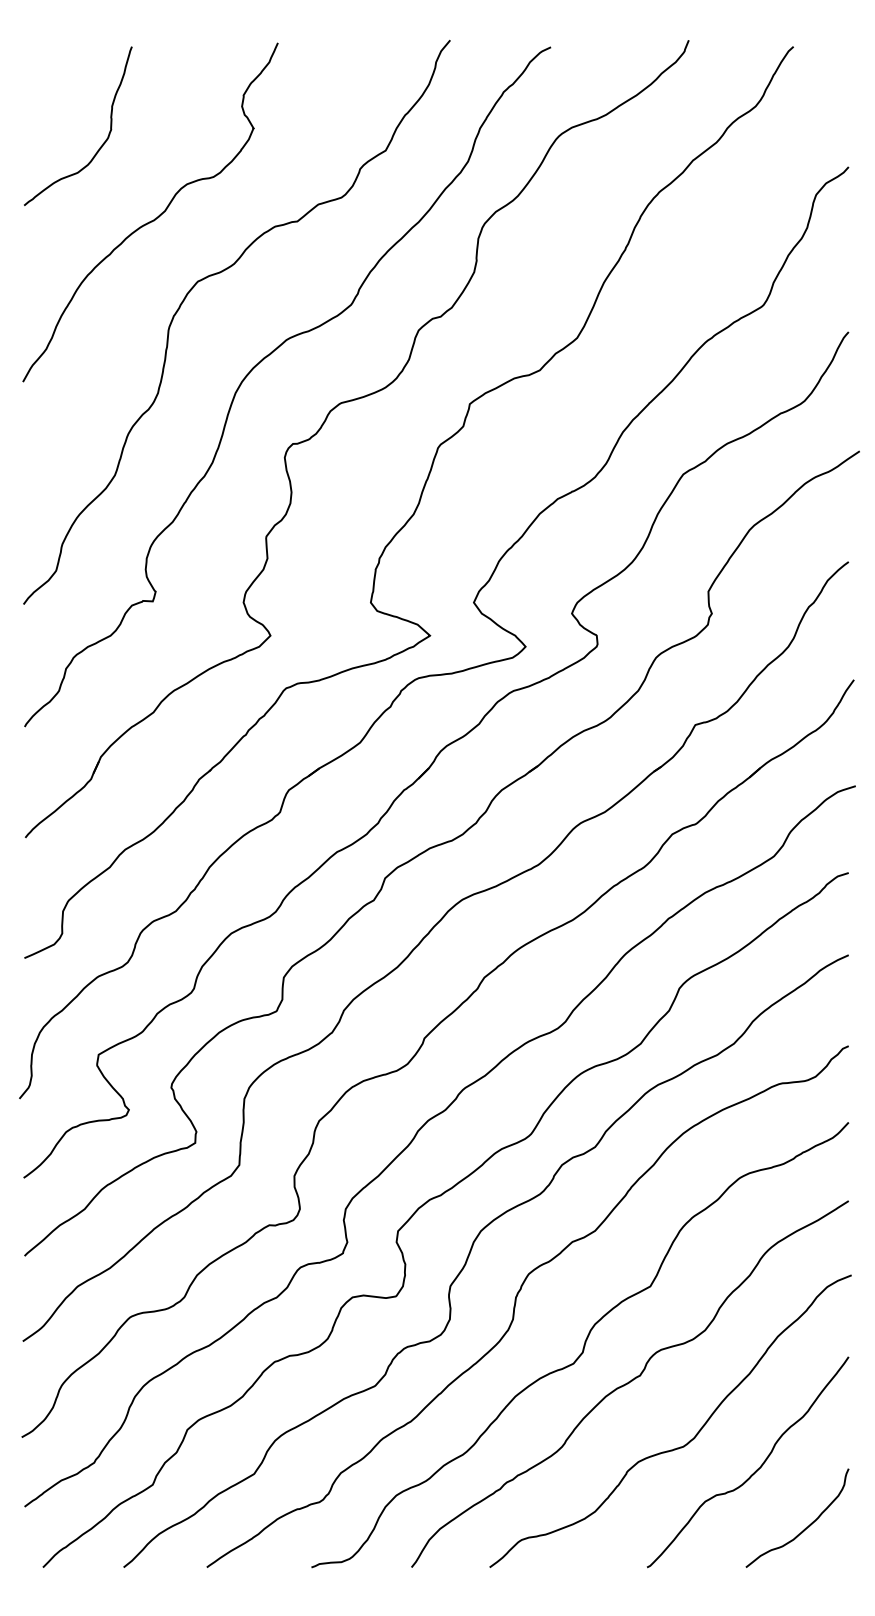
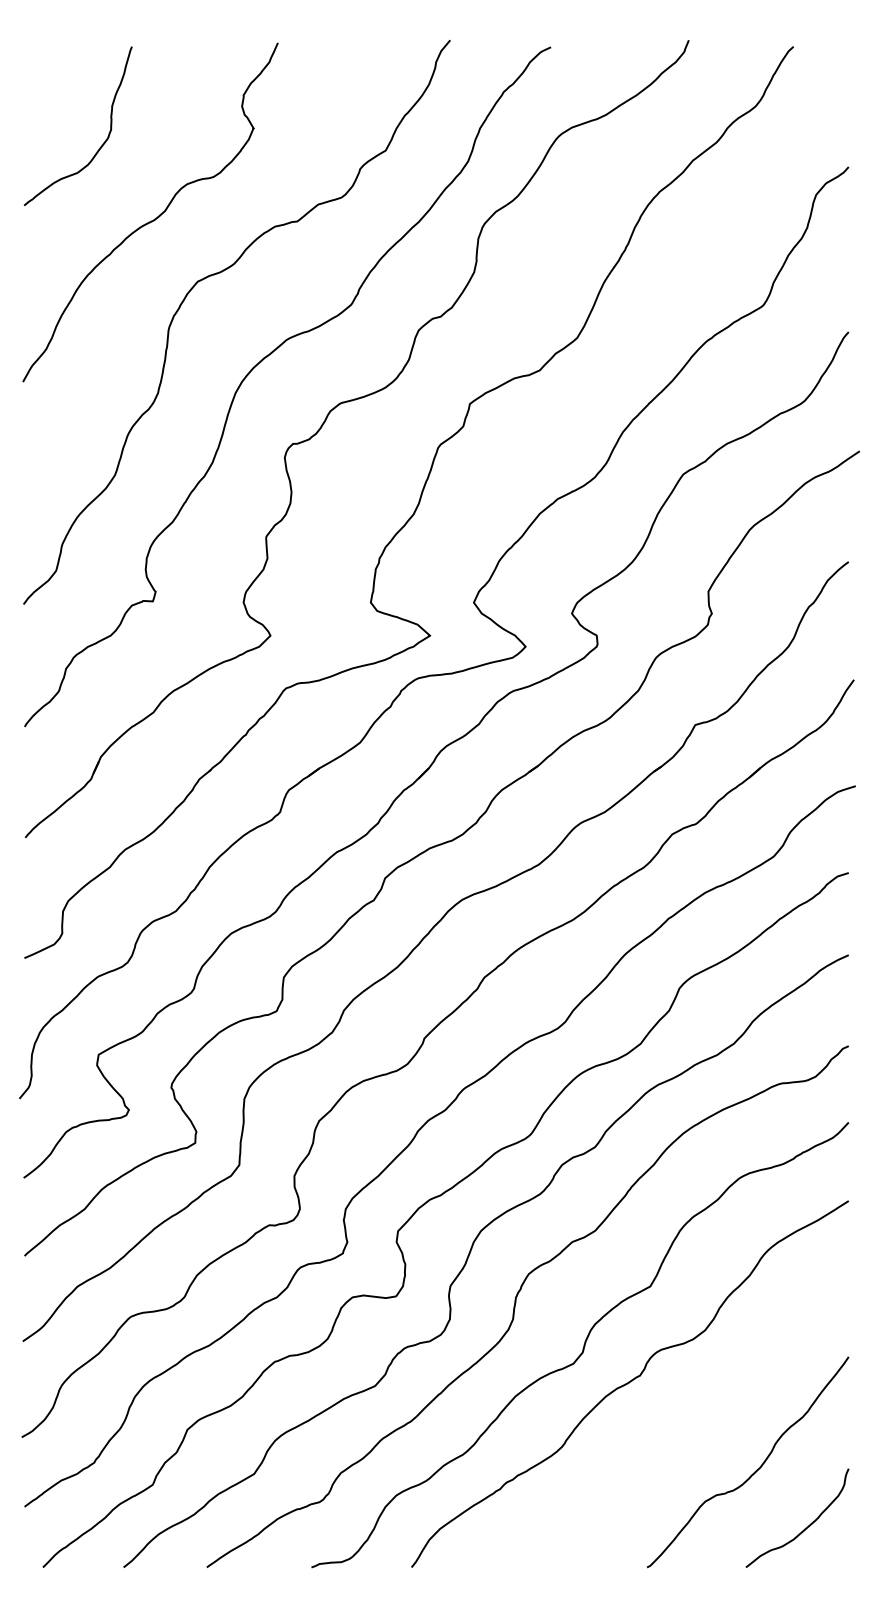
curve at (690, 1439): present -> none
